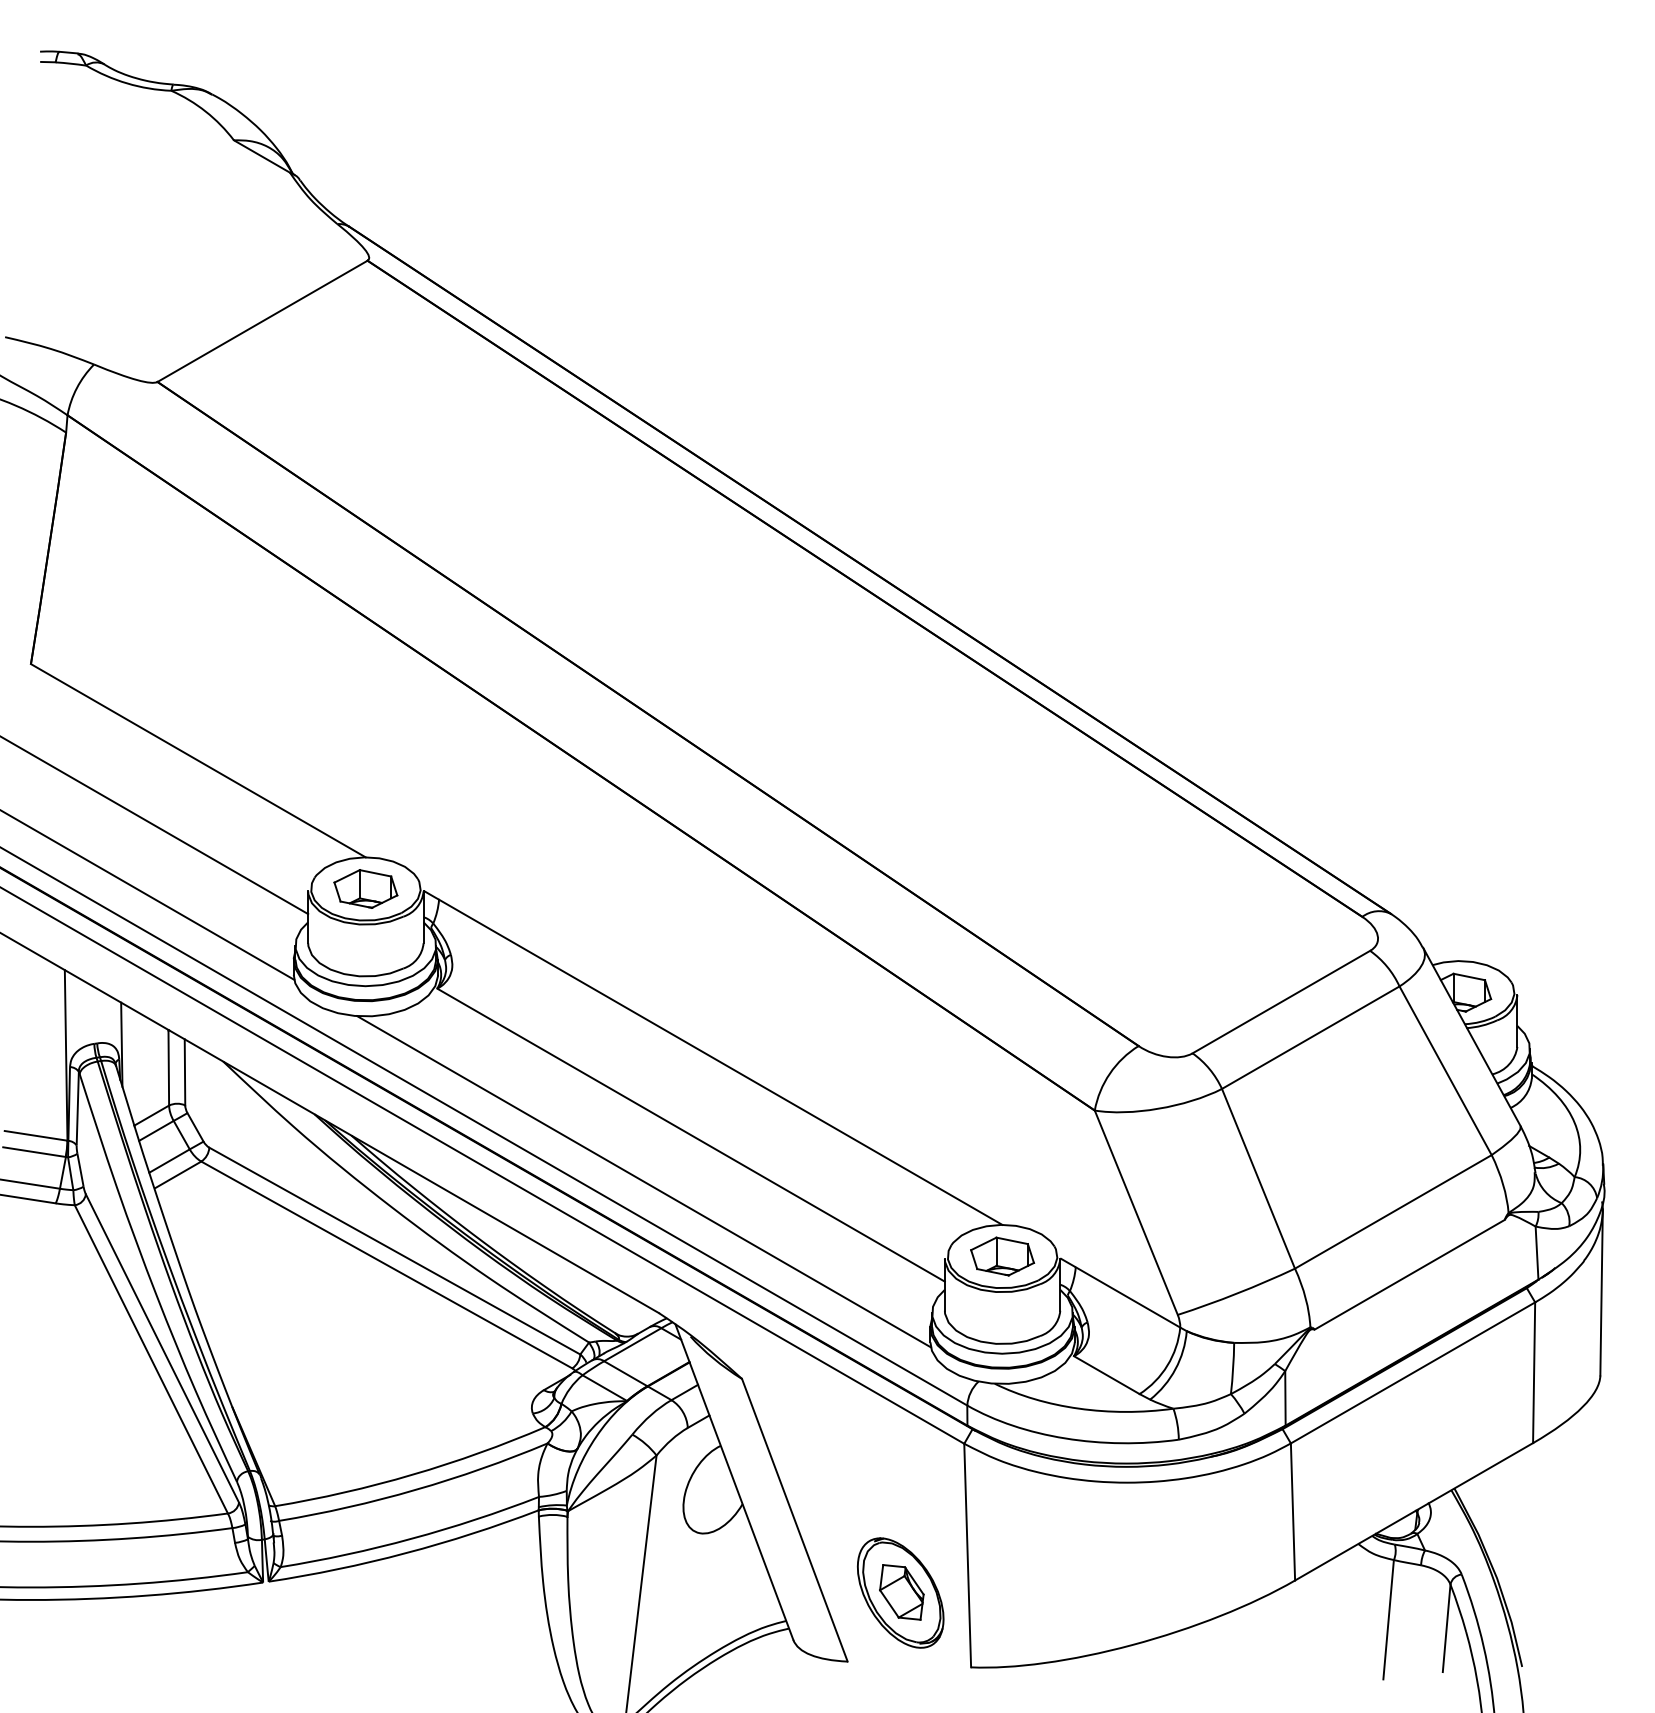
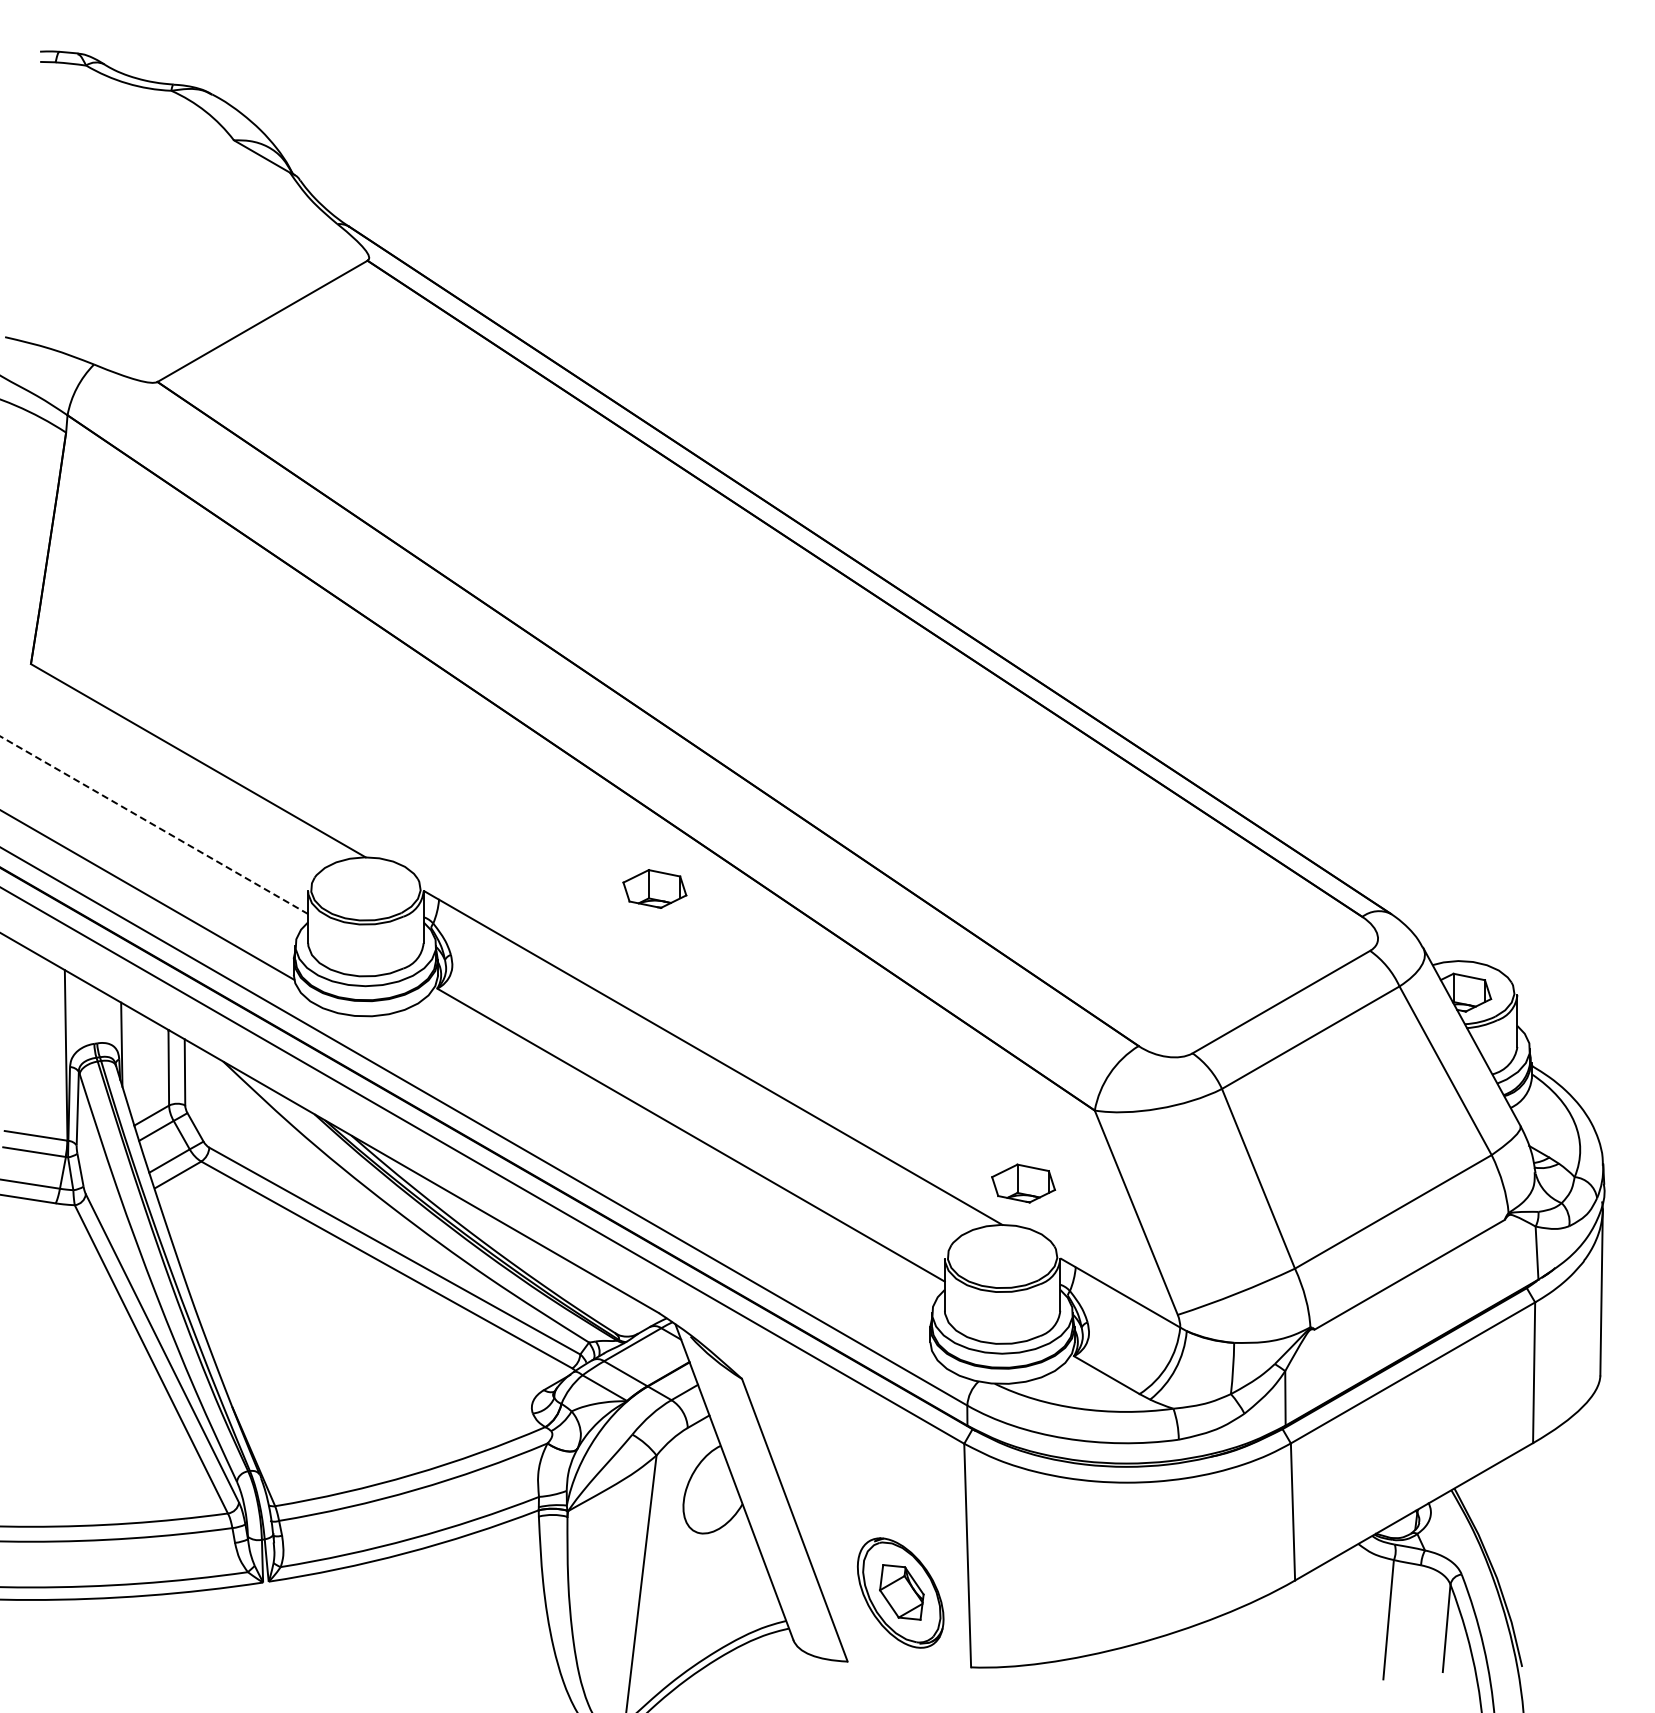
line at (154, 825): solid -> dashed
part at (365, 888) position: (365, 888) -> (654, 888)
line at (643, 1181): present -> none
part at (1002, 1256) position: (1002, 1256) -> (1023, 1183)
